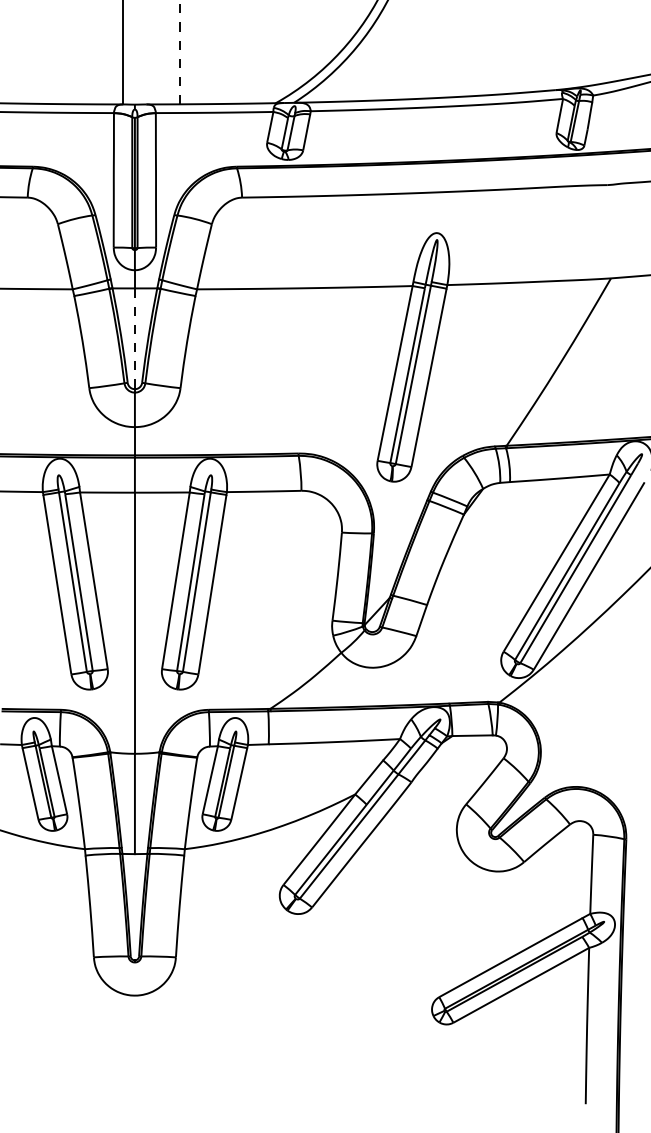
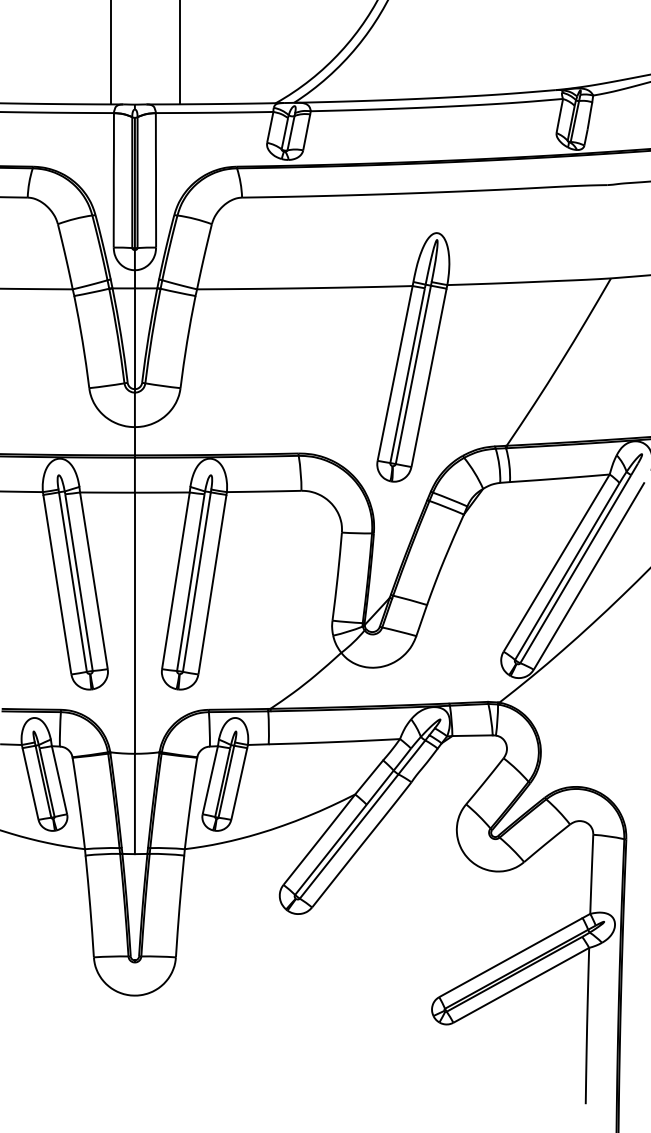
line at (179, 52): dashed -> solid
line at (122, 53) position: (122, 53) -> (110, 53)
line at (134, 339): dashed -> solid
